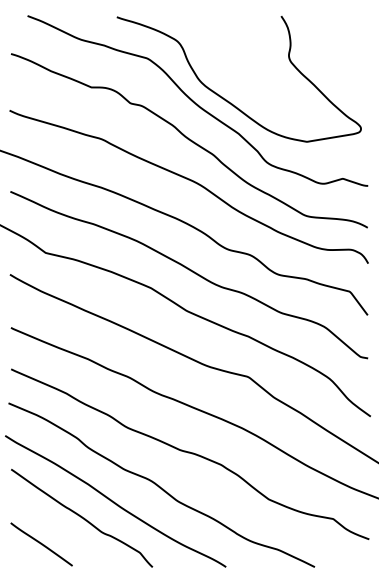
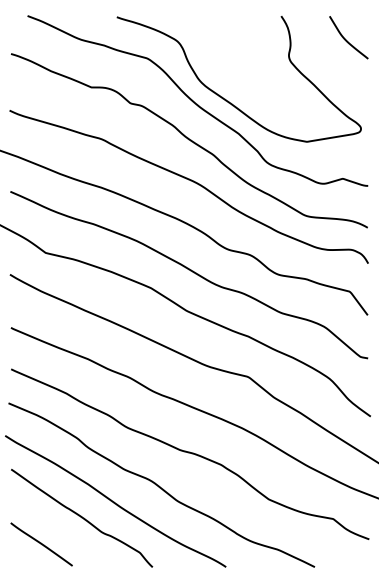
curve at (346, 39): none -> present
